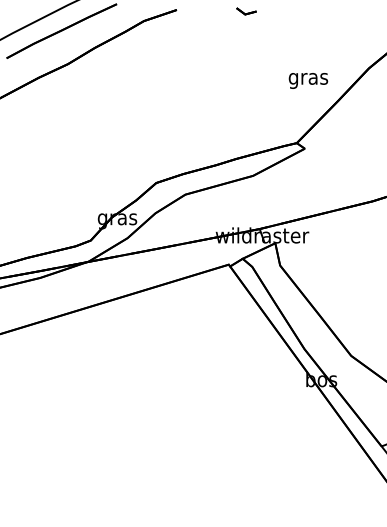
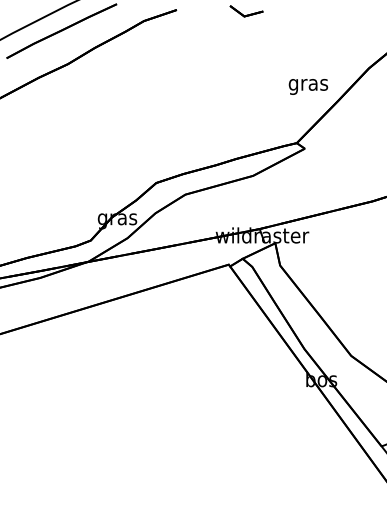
part at (246, 11) size: 21x9 px -> 35x13 px
text at (308, 80) position: (308, 80) -> (308, 86)
